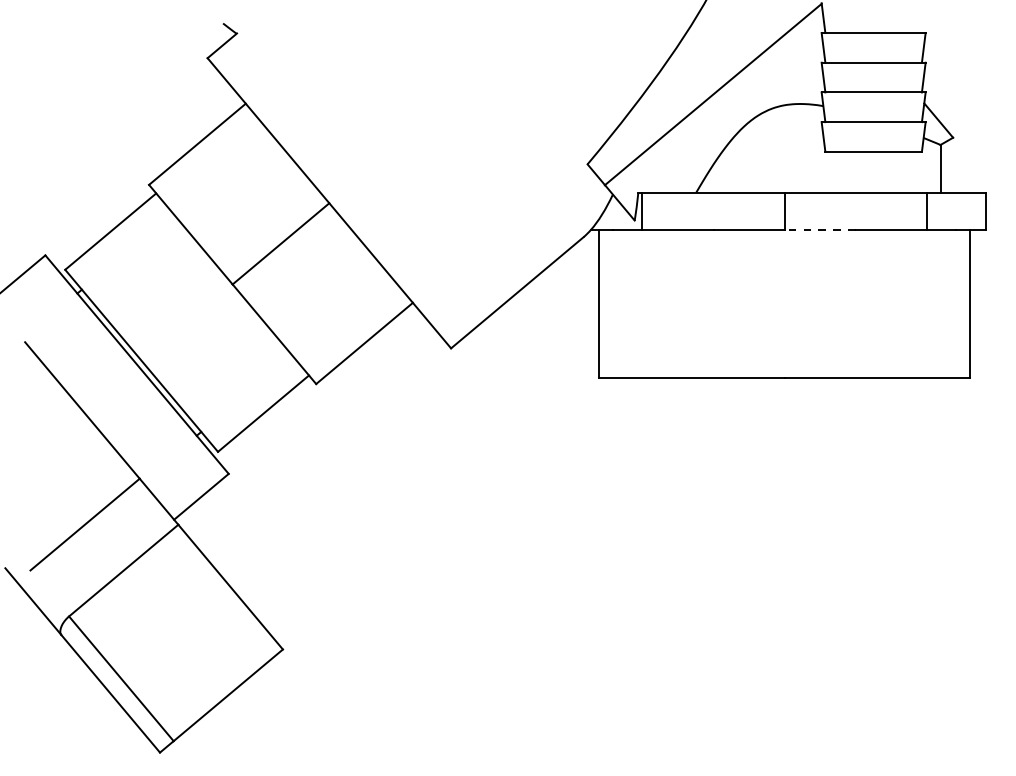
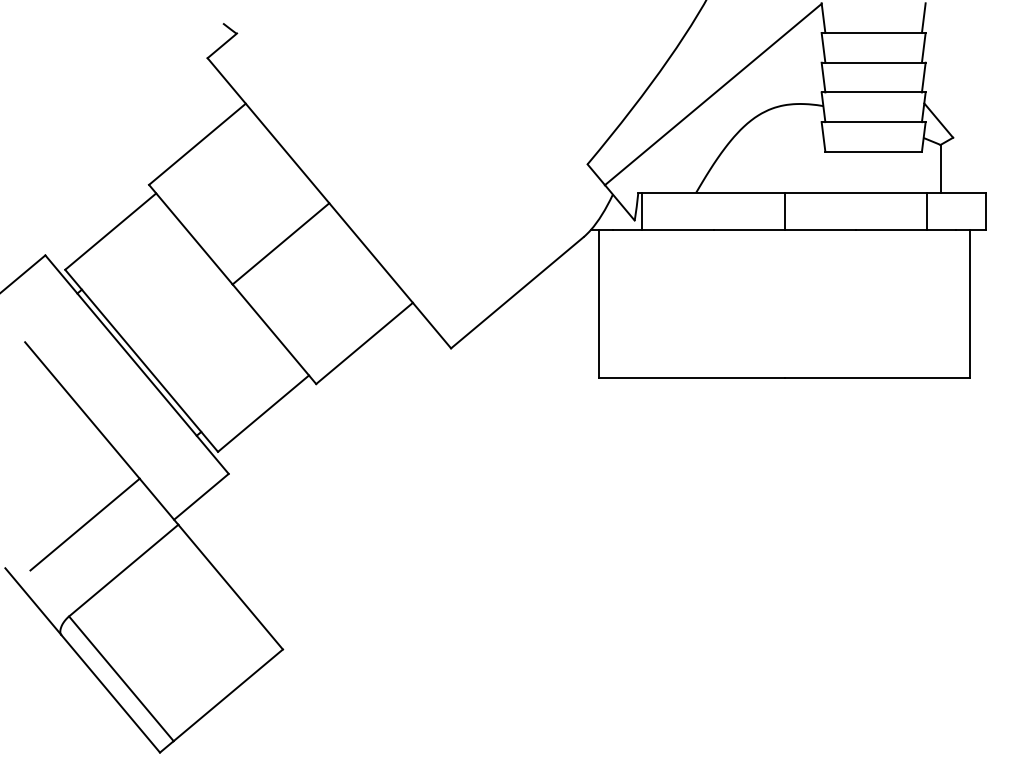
line at (923, 18): none -> present
line at (820, 229): dashed -> solid
